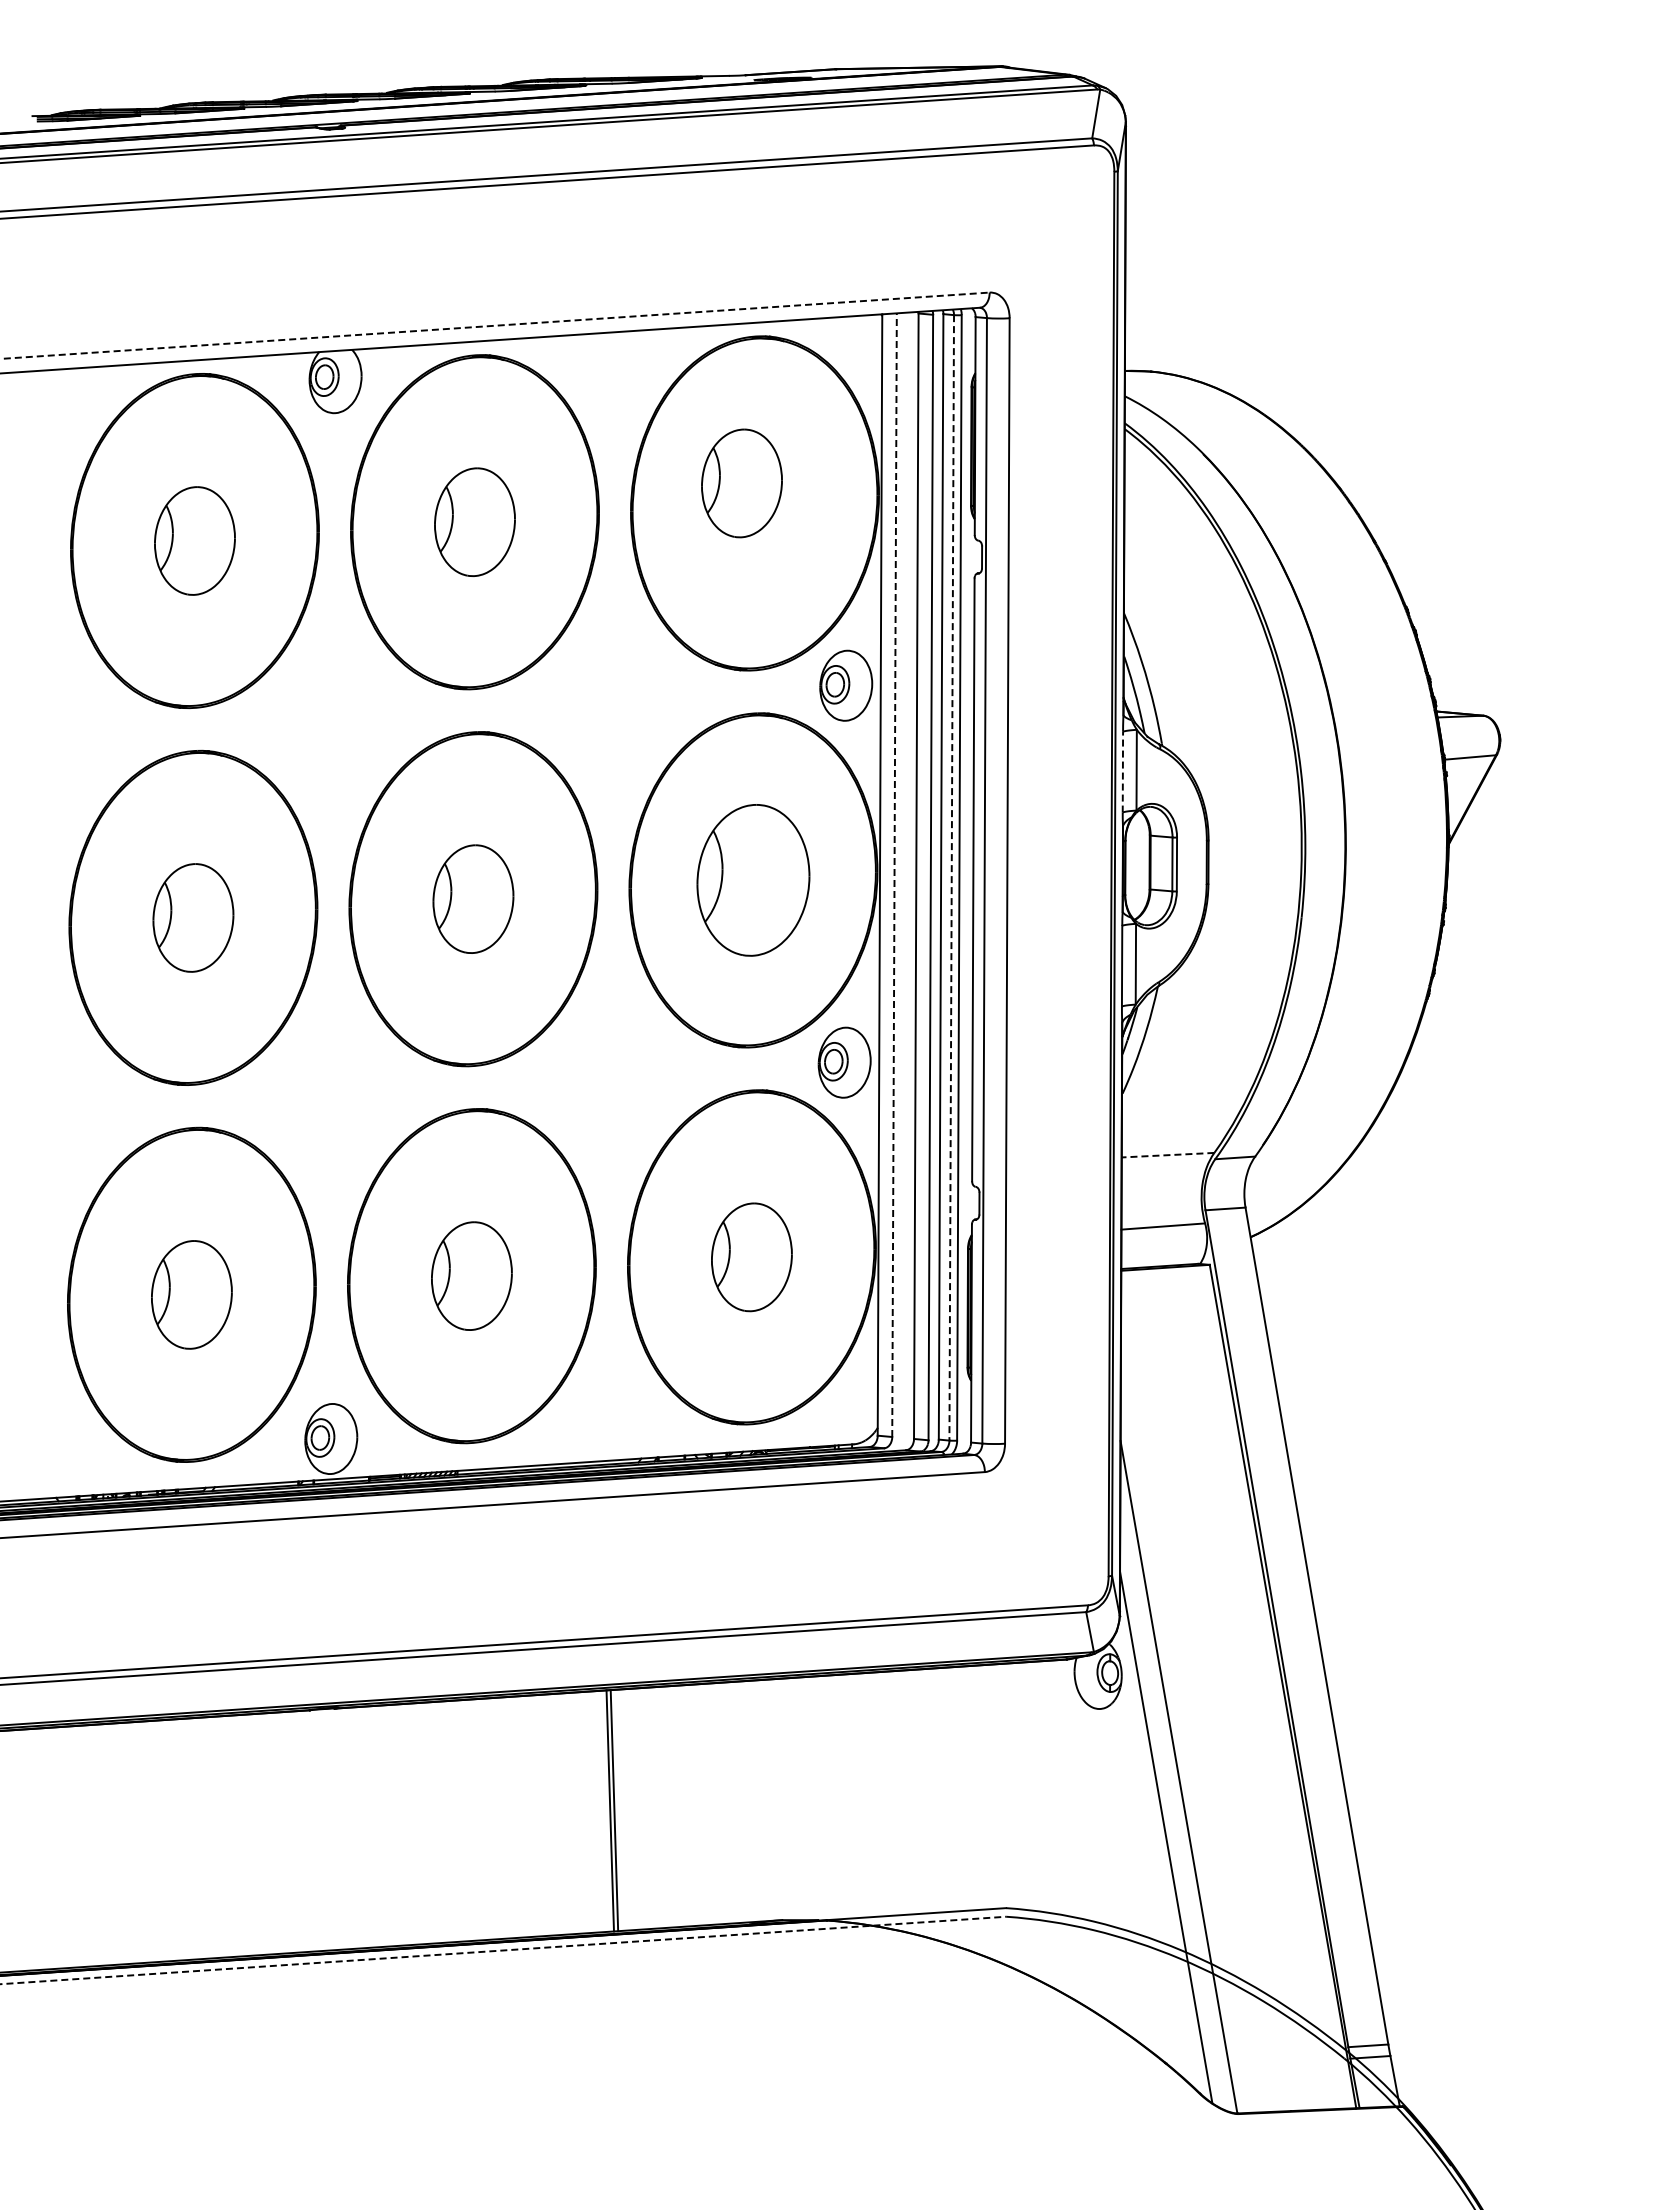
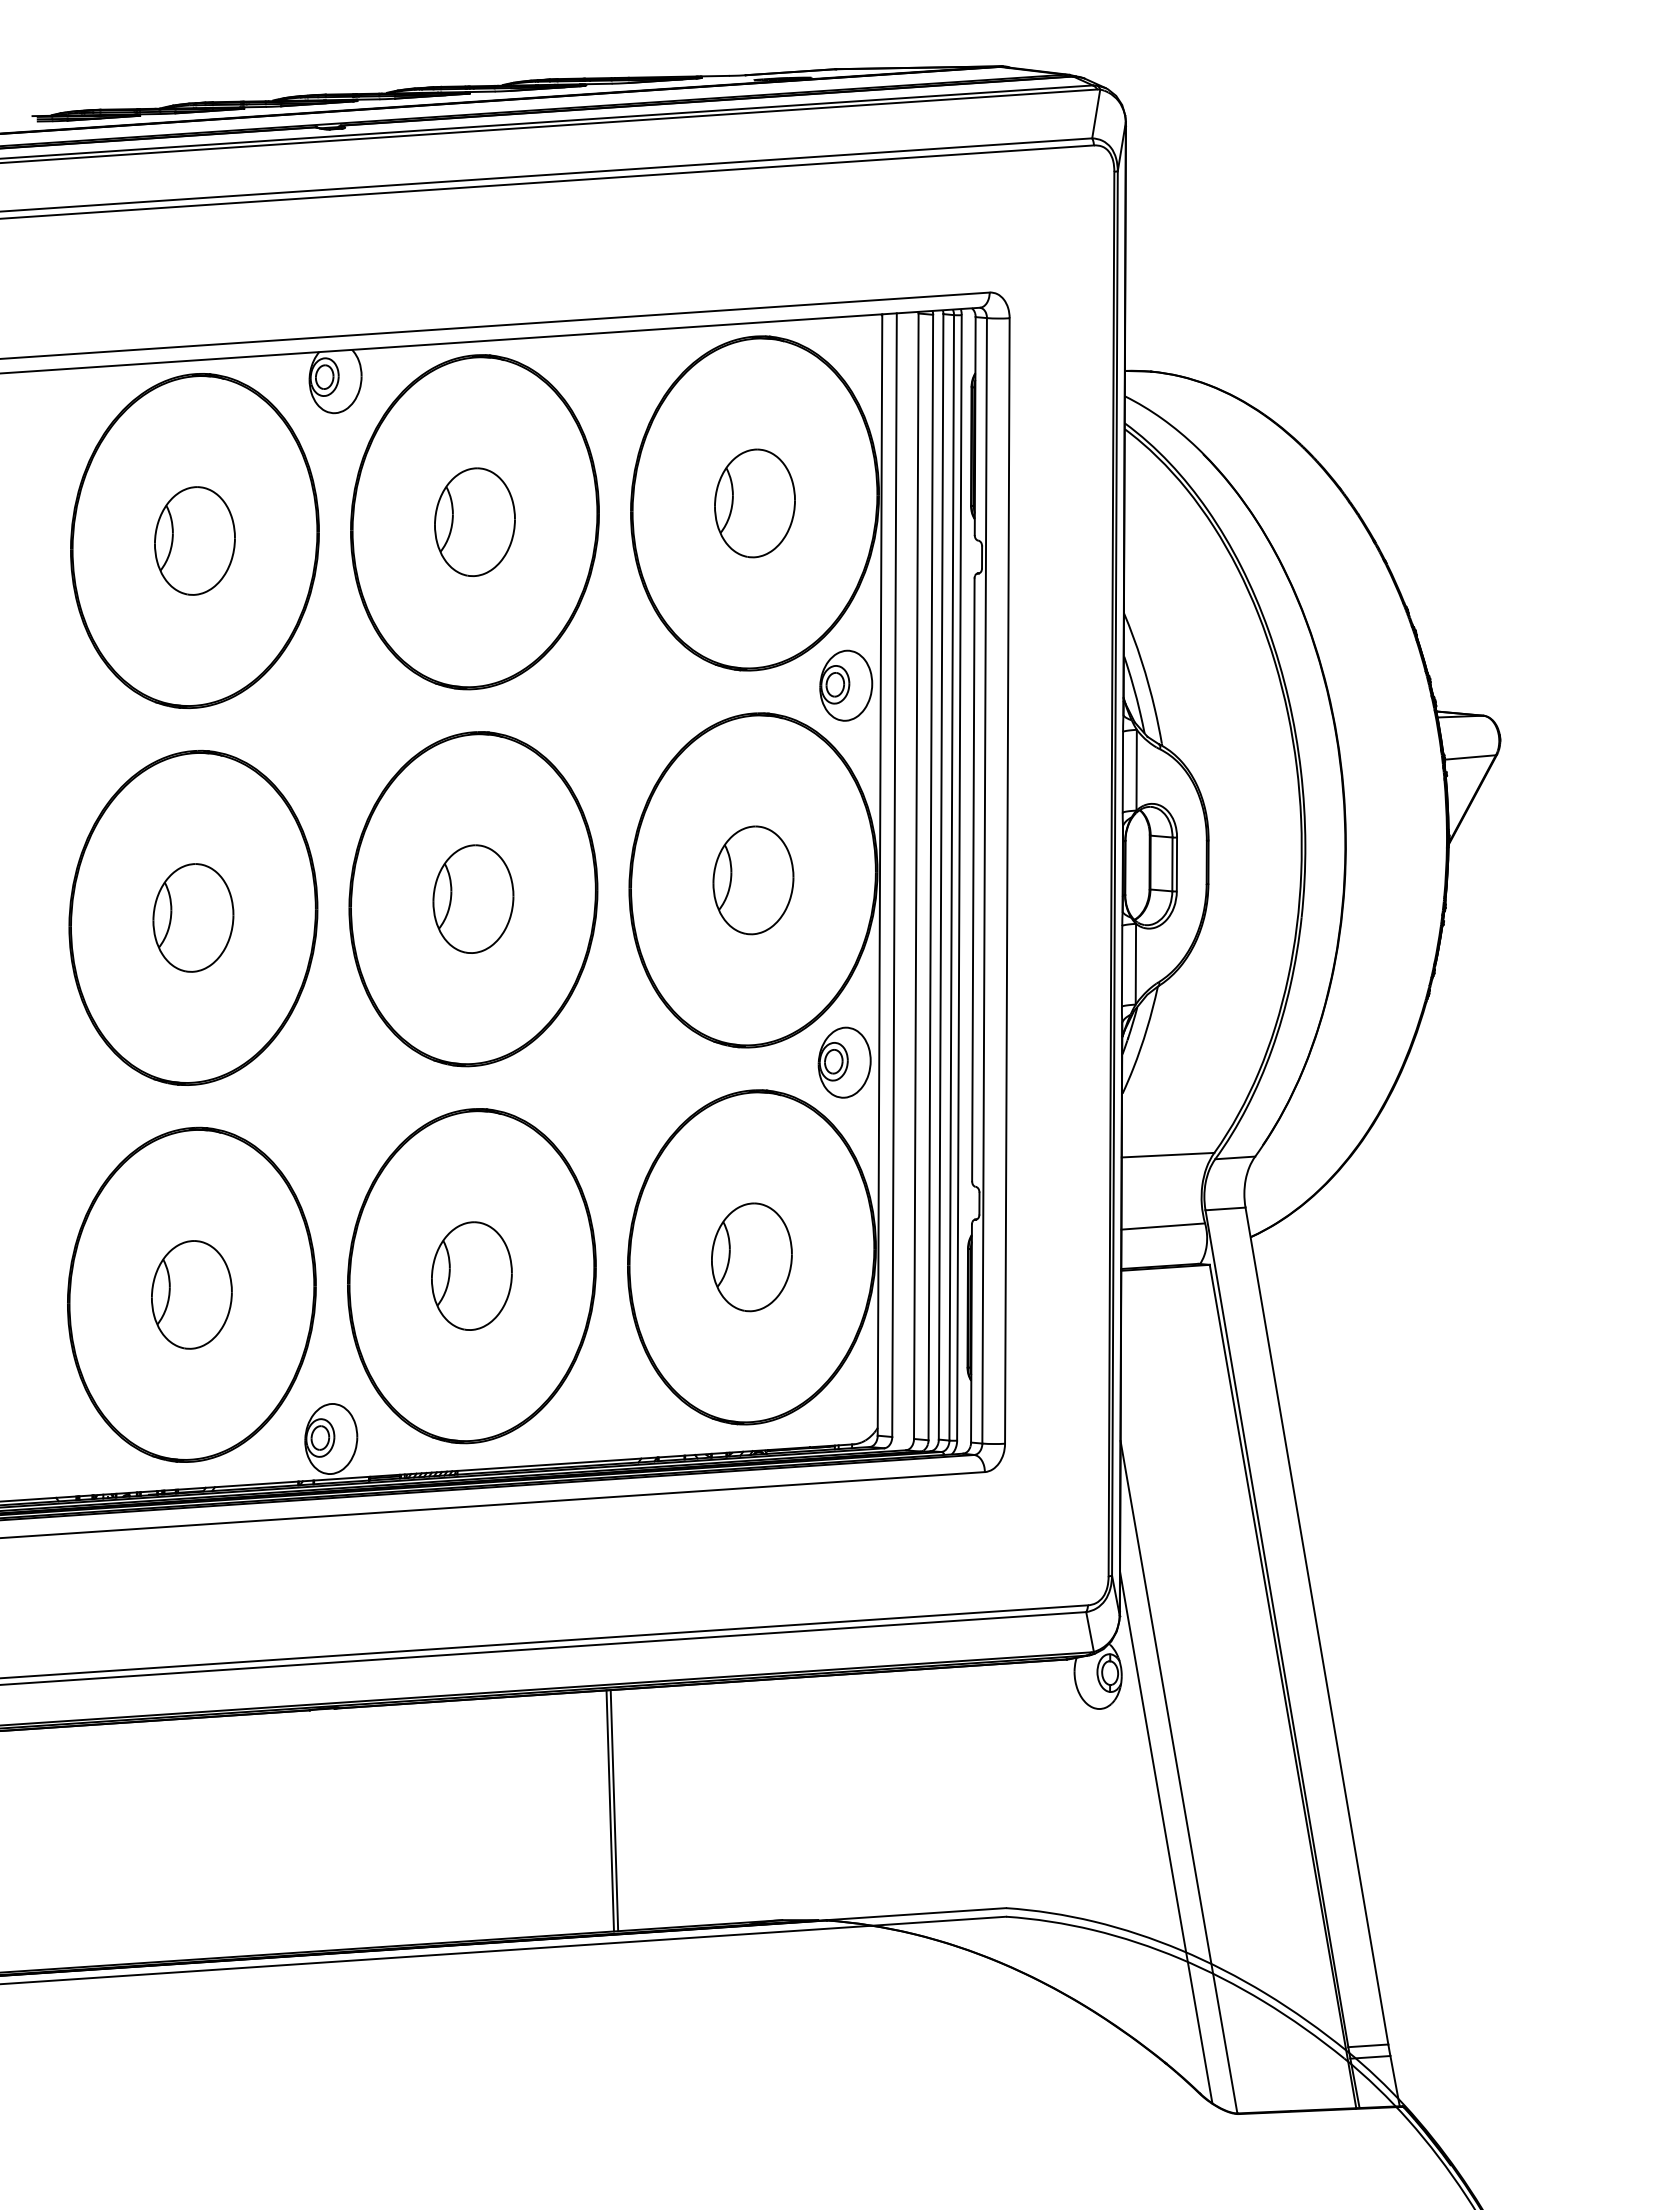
line at (495, 325): dashed -> solid
part at (741, 483) position: (741, 483) -> (754, 503)
line at (1122, 771): dashed -> solid
line at (894, 875): dashed -> solid
line at (951, 877): dashed -> solid
part at (753, 880) size: 115x153 px -> 83x111 px
line at (1167, 1155): dashed -> solid
line at (503, 1950): dashed -> solid
